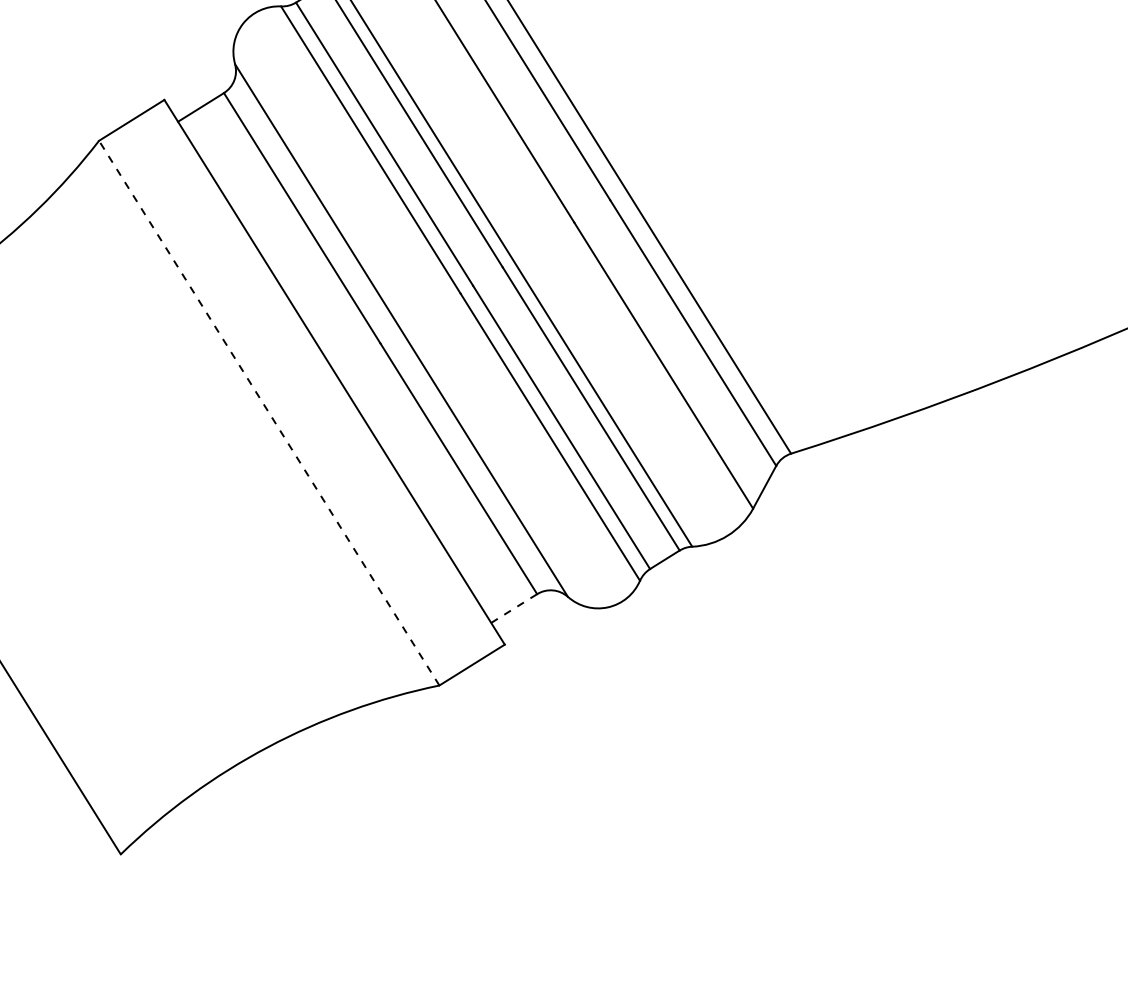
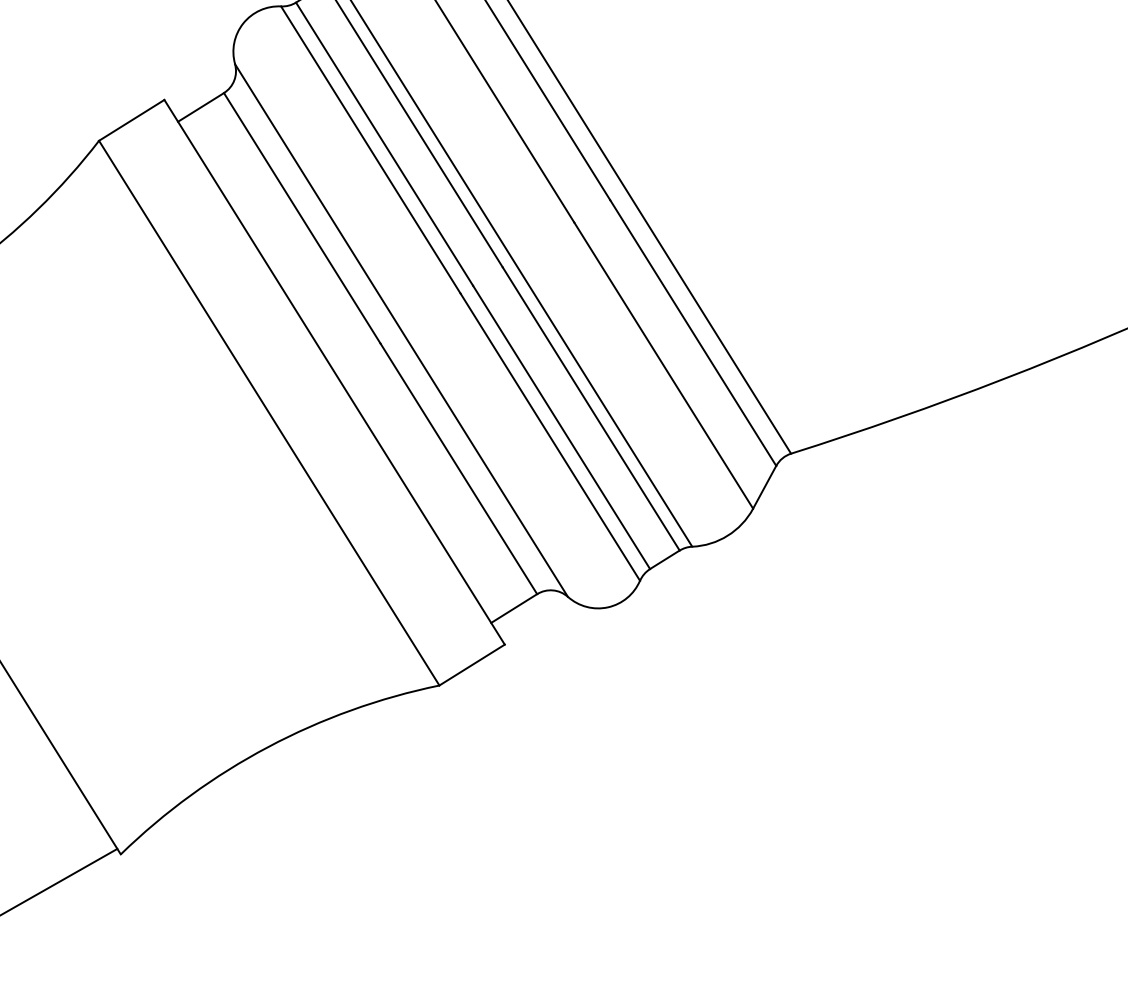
line at (268, 412): dashed -> solid
line at (514, 608): dashed -> solid
line at (59, 881): none -> present
